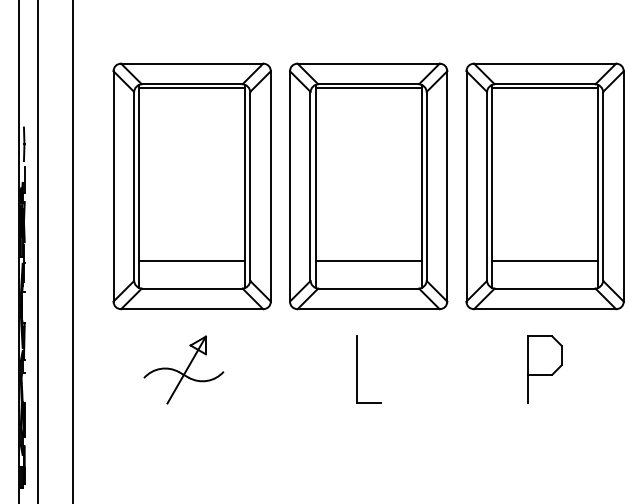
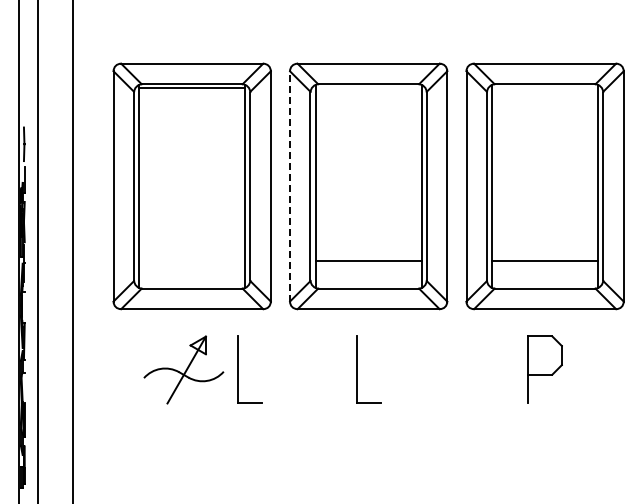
line at (368, 87): present -> none
line at (545, 87): present -> none
line at (290, 185): solid -> dashed
line at (192, 260): present -> none
part at (238, 369): none -> present
